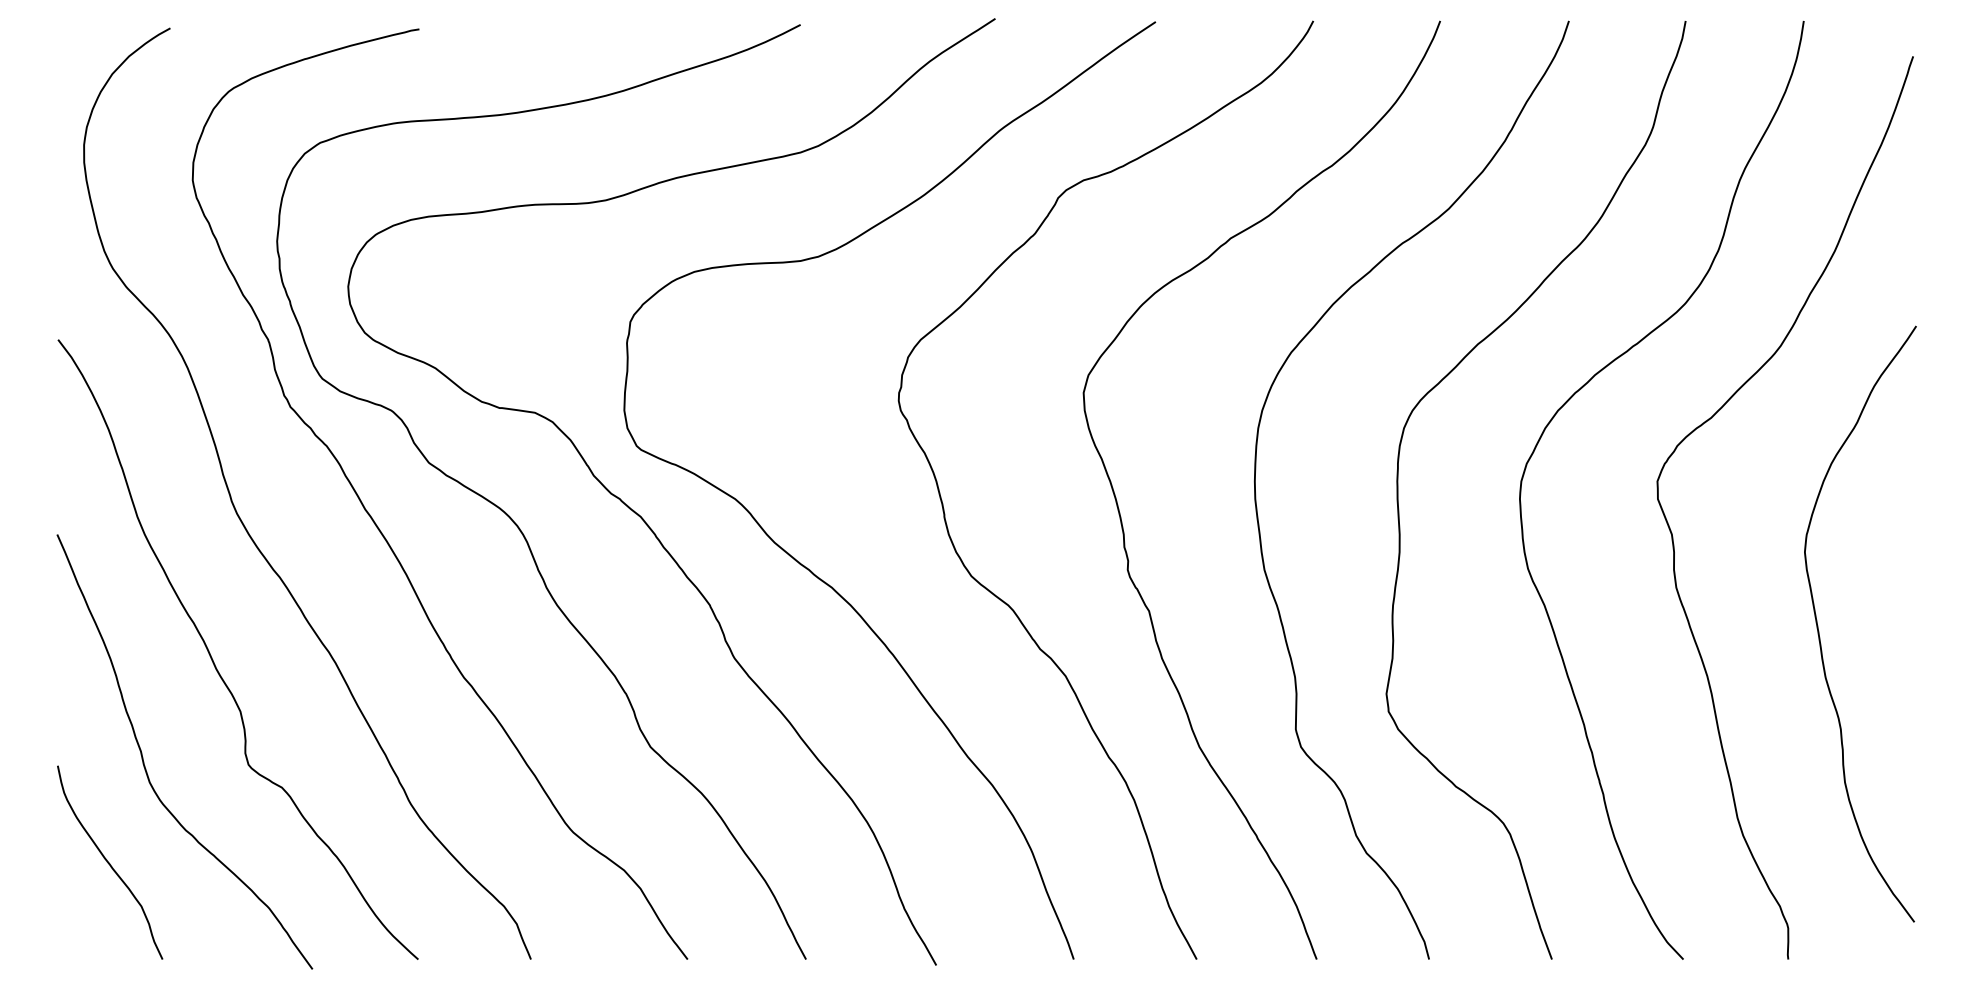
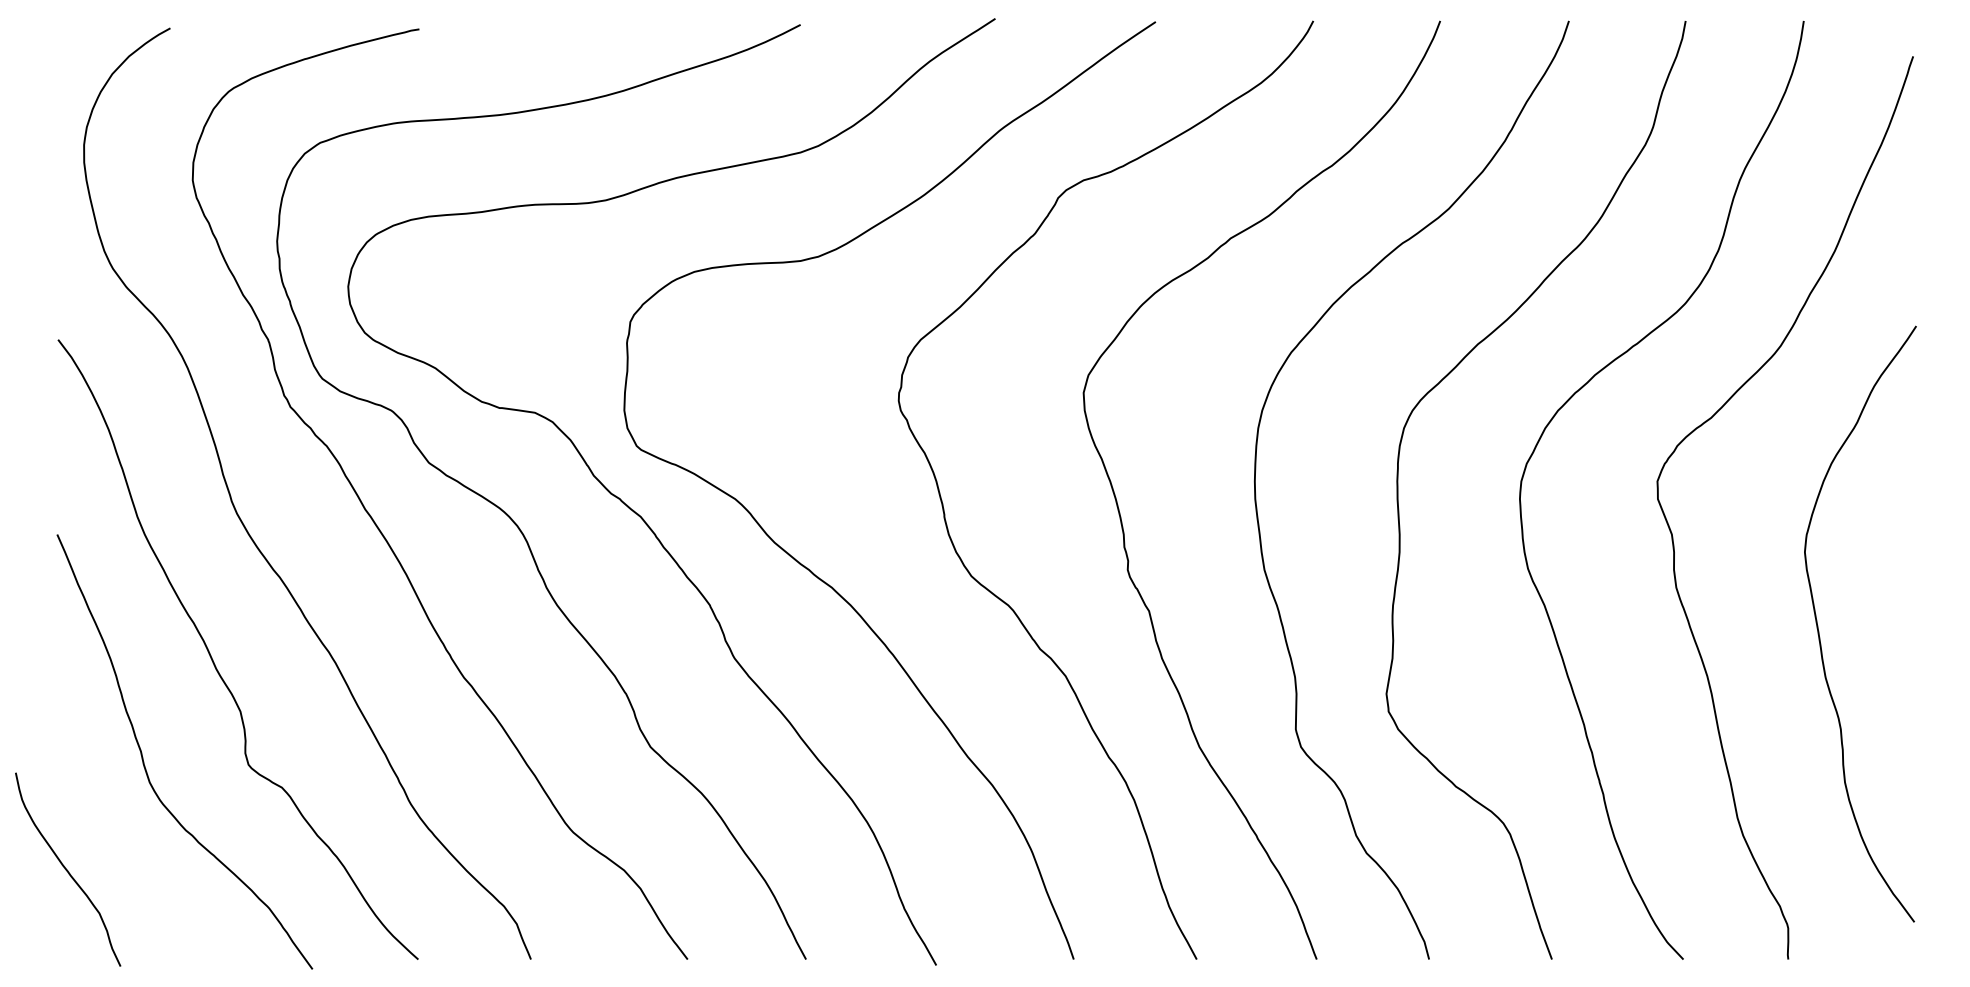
curve at (109, 862) position: (109, 862) -> (67, 869)
